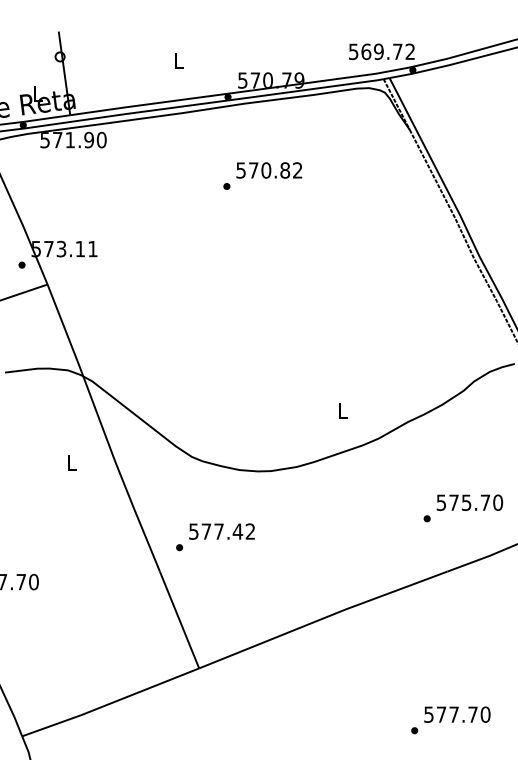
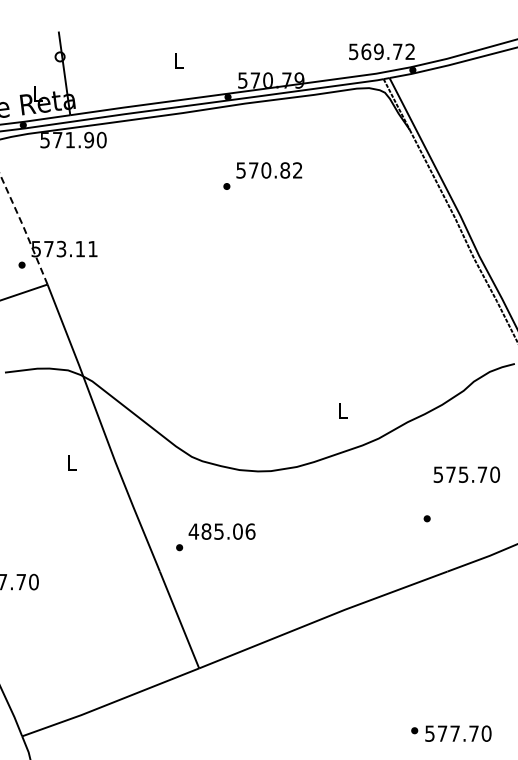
line at (24, 228): solid -> dashed
text at (469, 502) position: (469, 502) -> (466, 474)
text at (221, 531): 577.42 -> 485.06
text at (457, 714) position: (457, 714) -> (458, 733)
